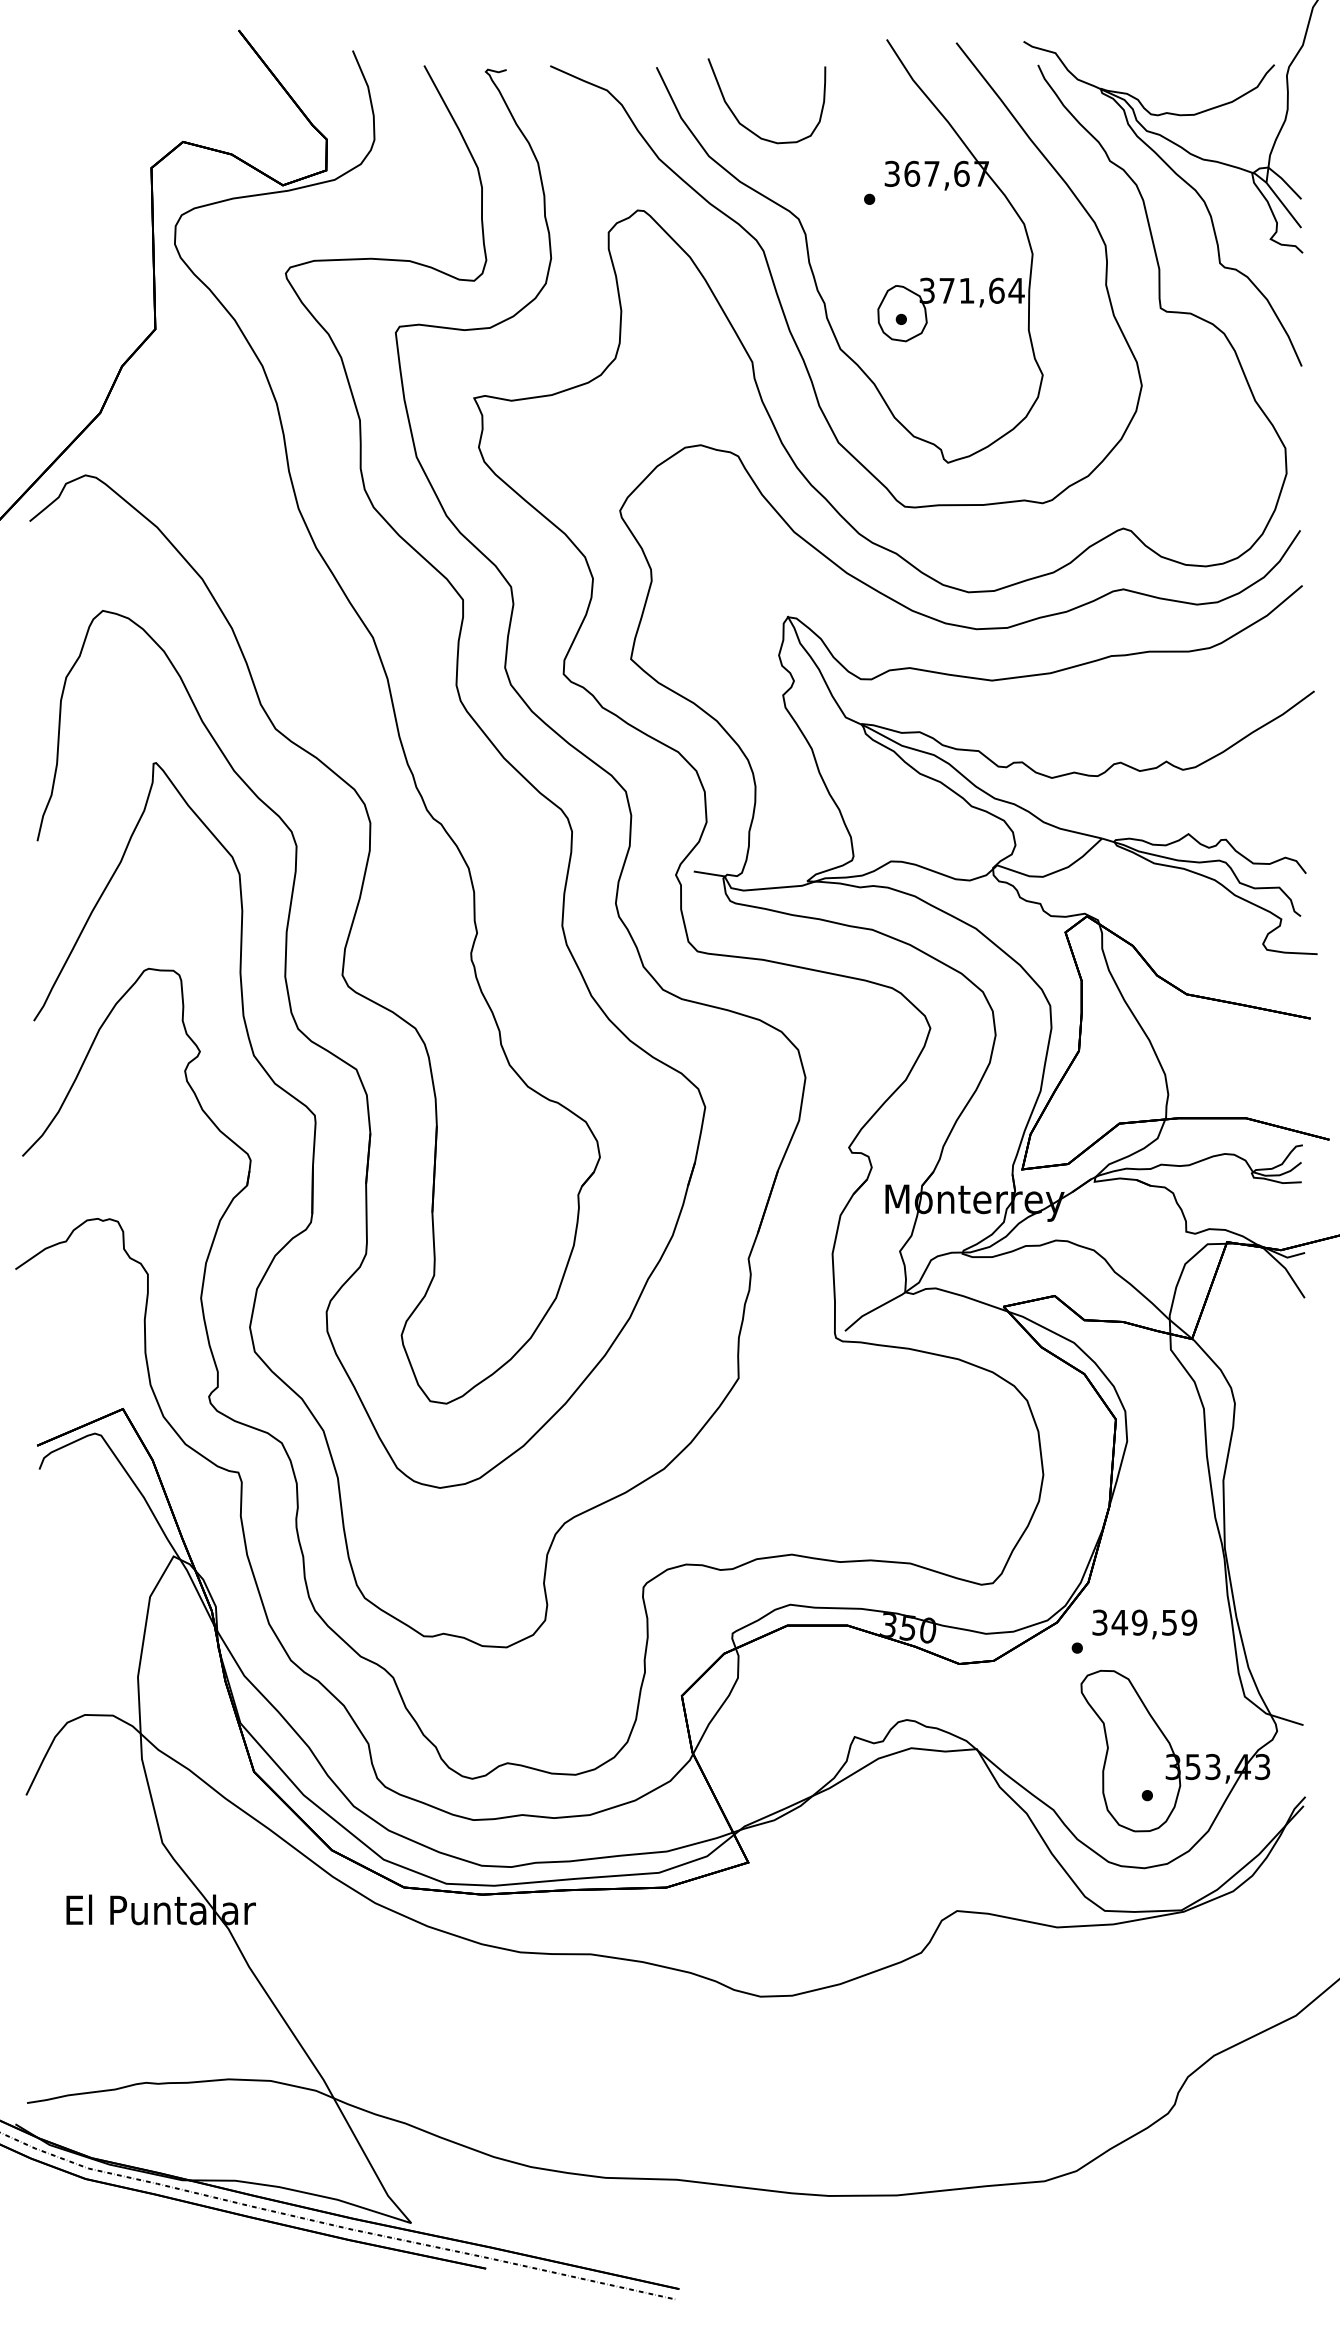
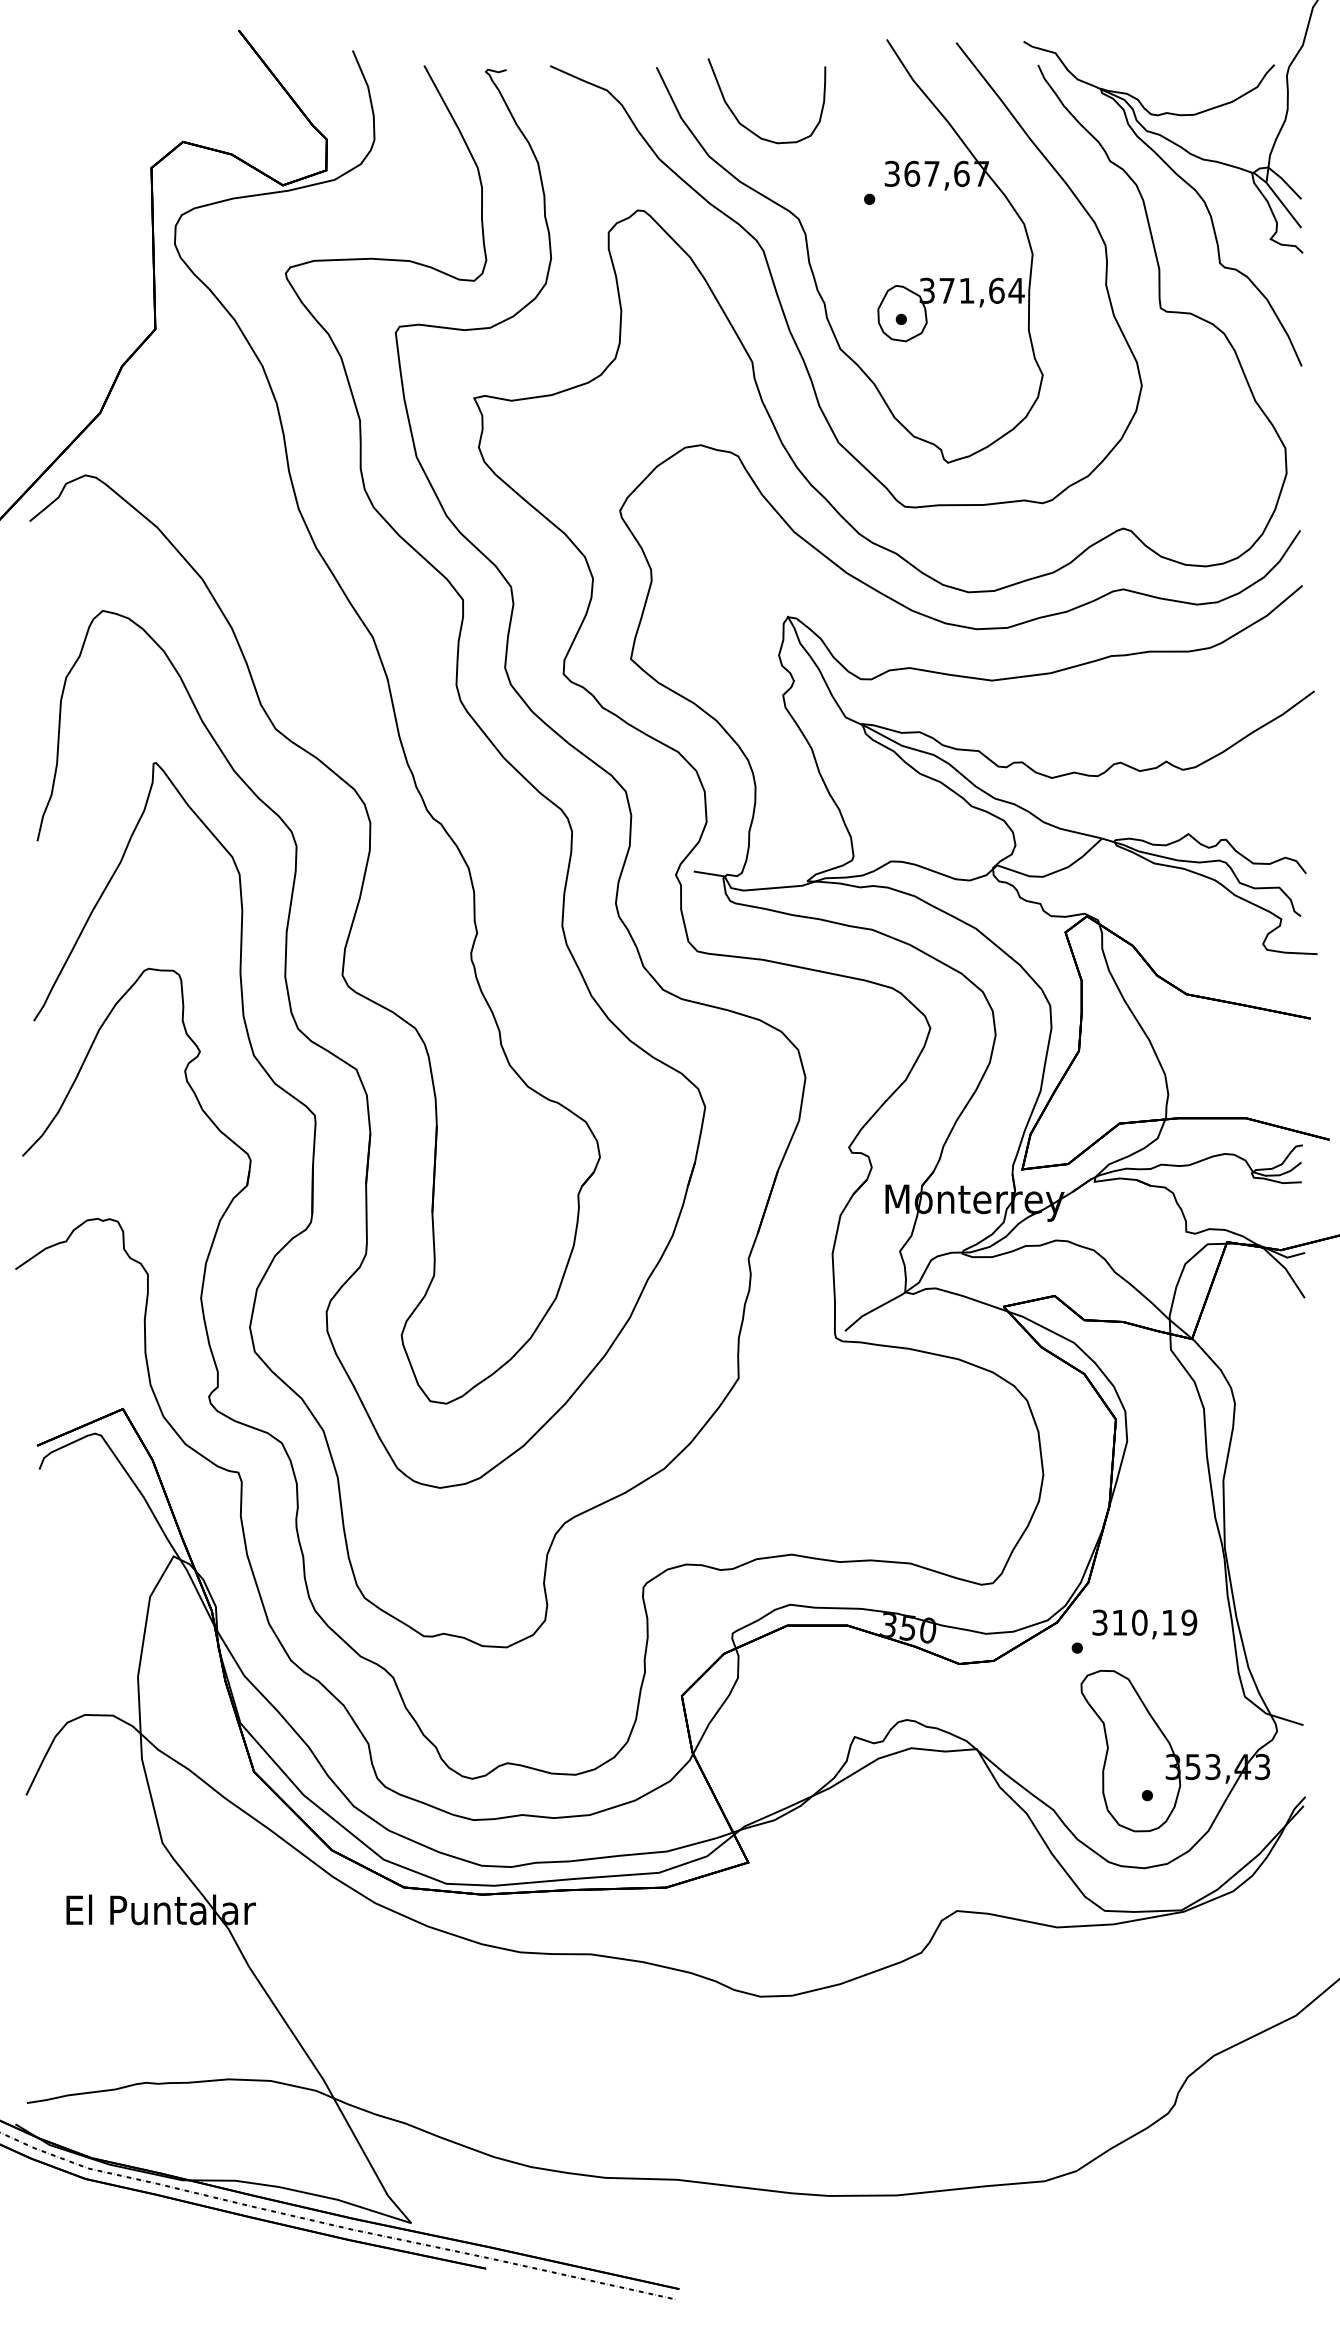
text at (1143, 1622): 349,59 -> 310,19
